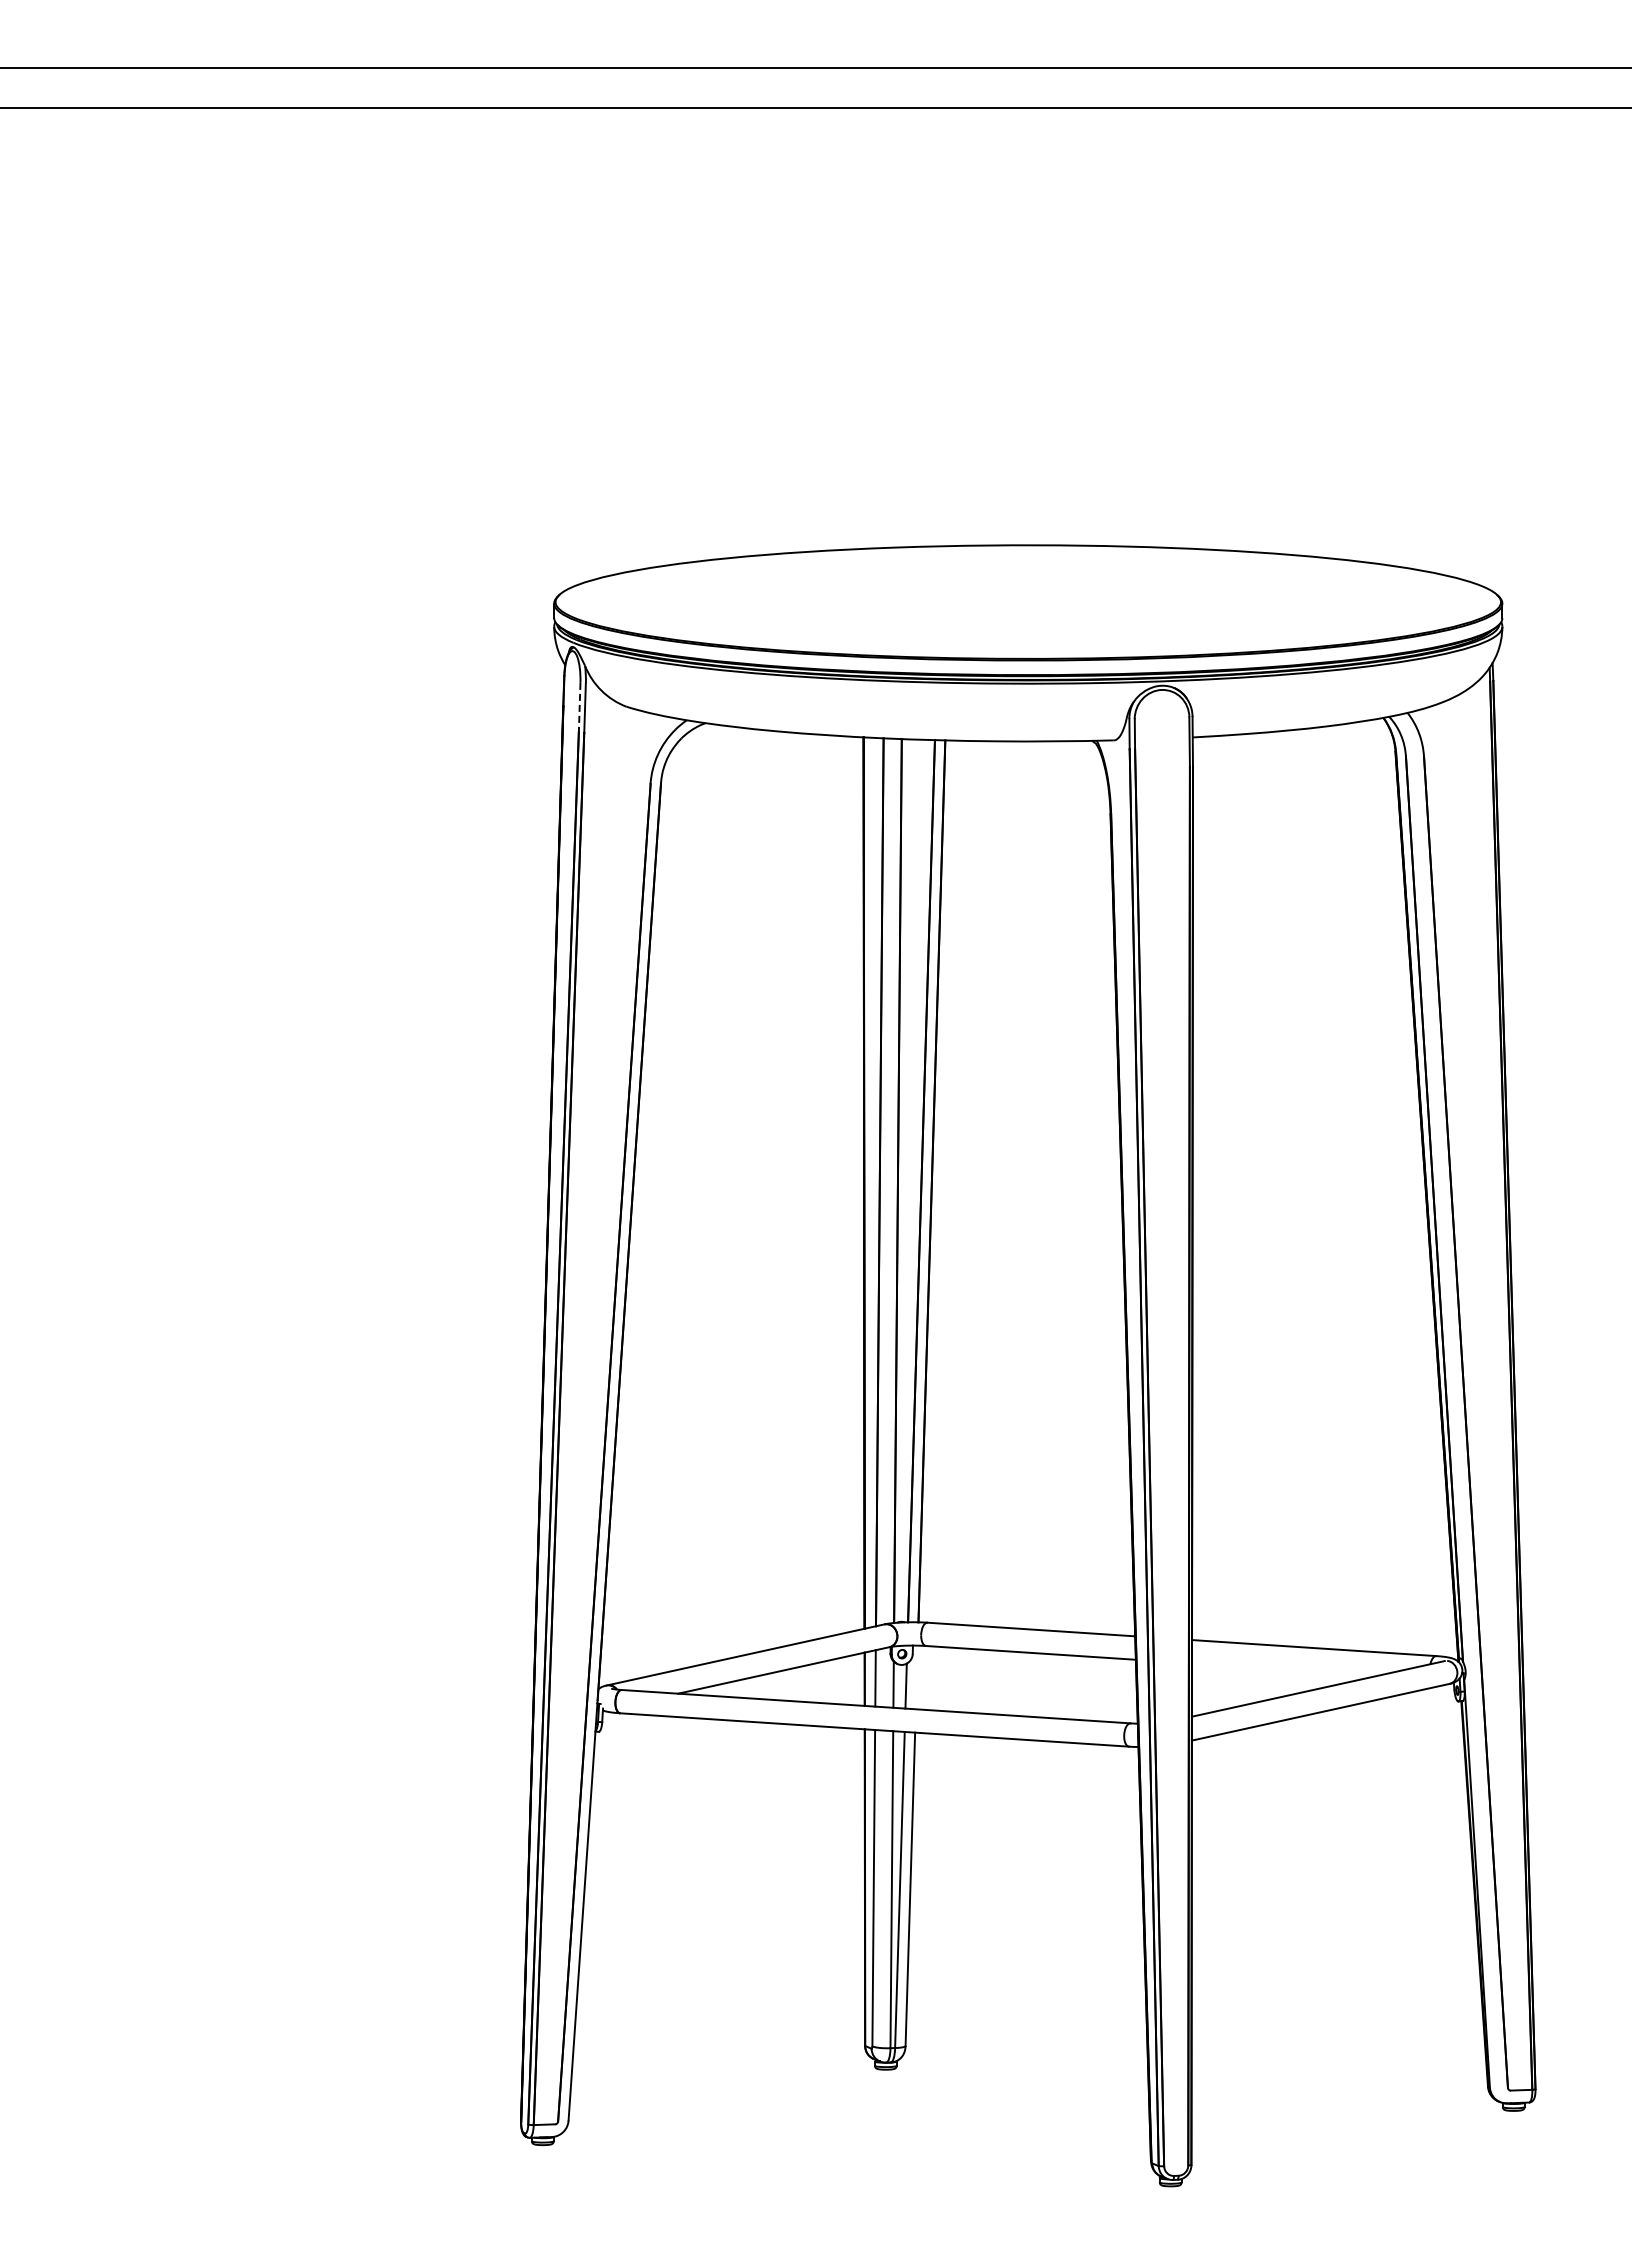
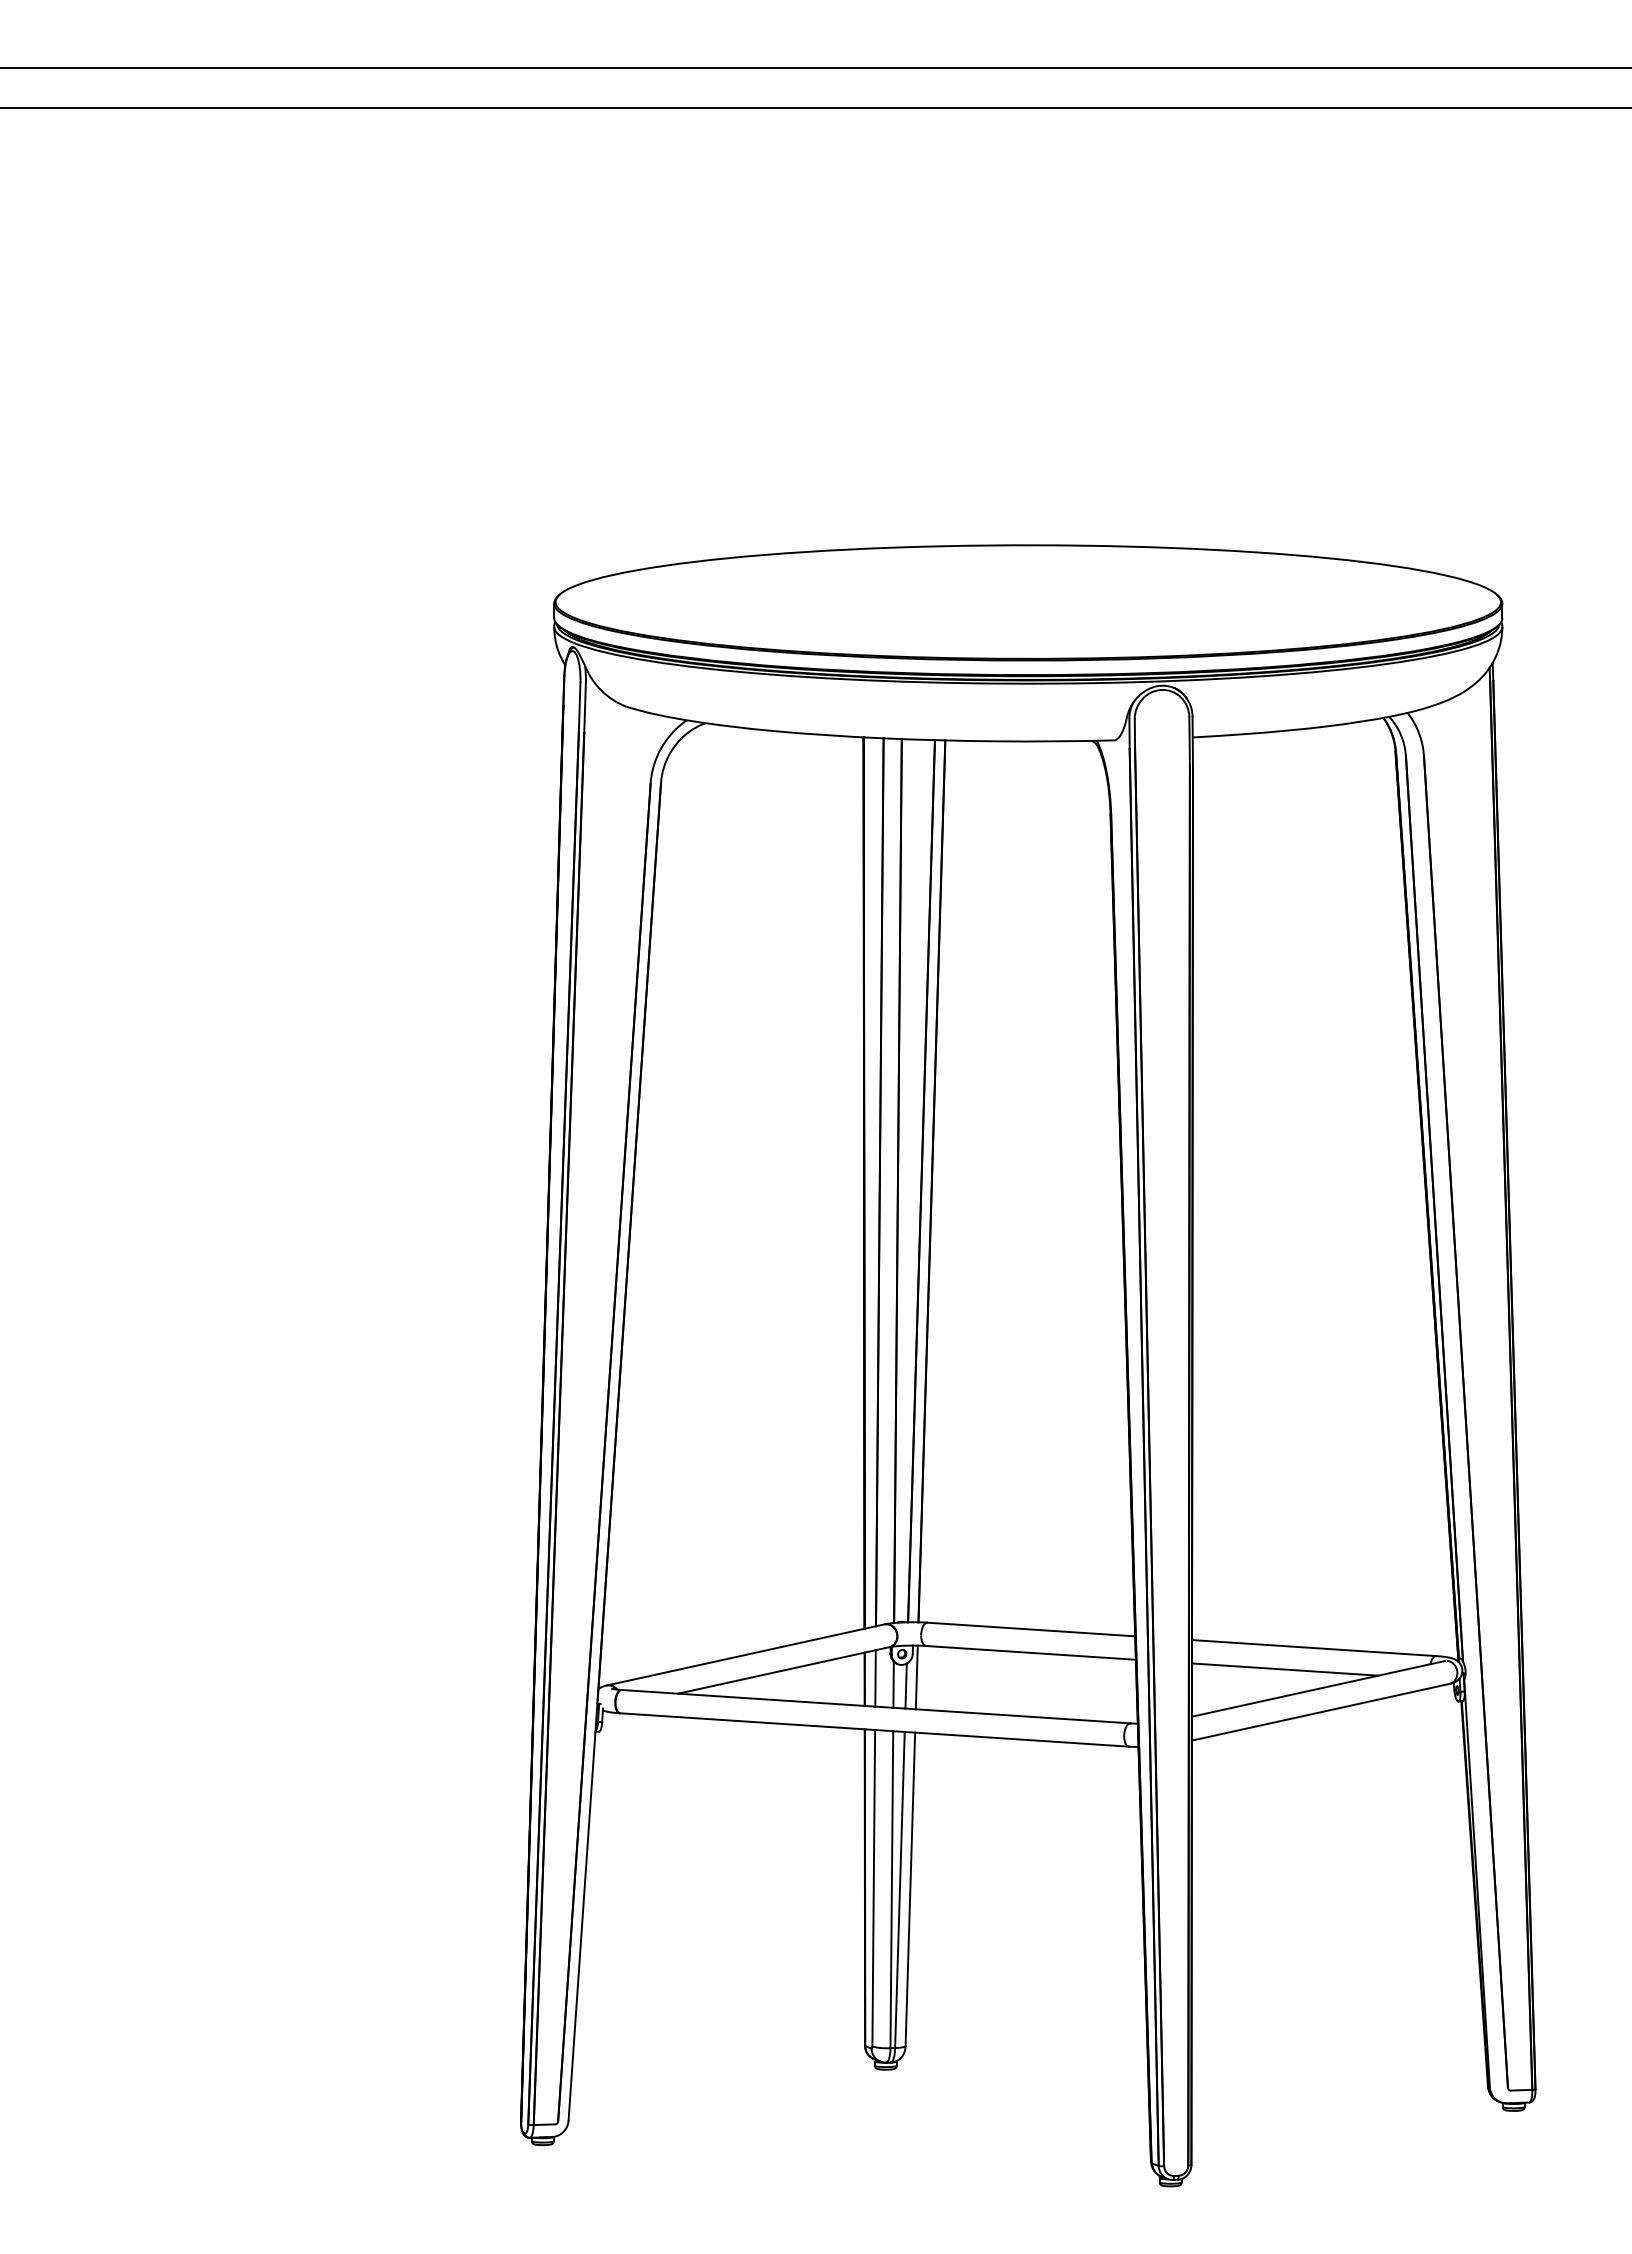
line at (579, 707): dashed -> solid
line at (1285, 1669): none -> present
line at (916, 1677): none -> present
